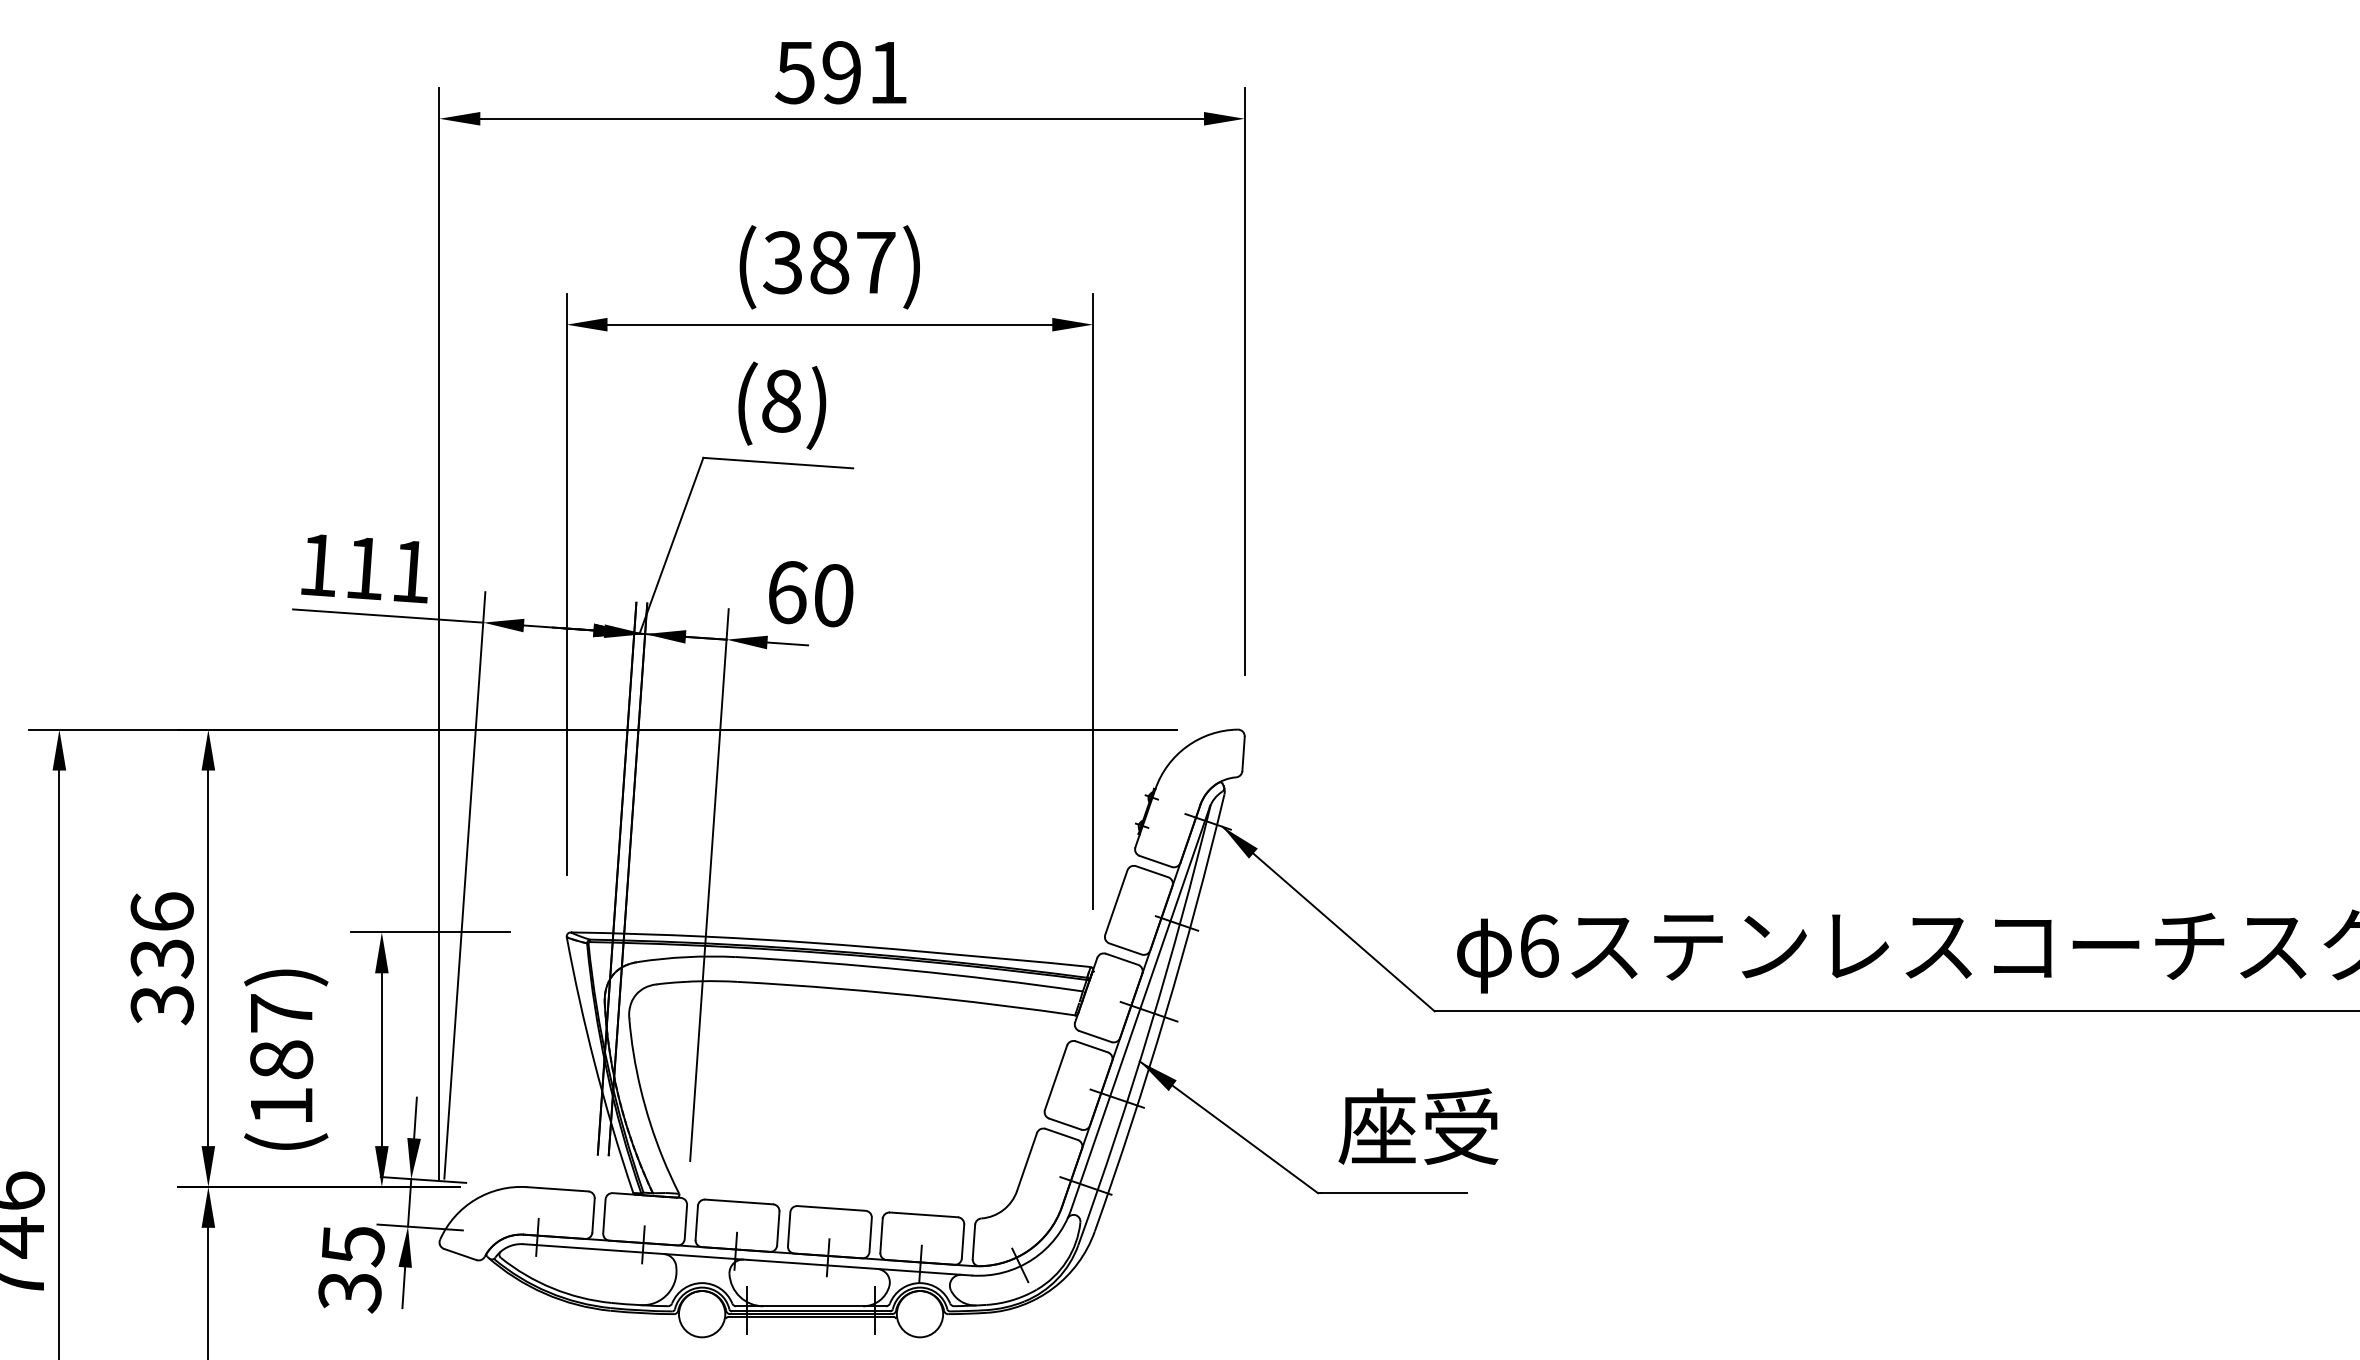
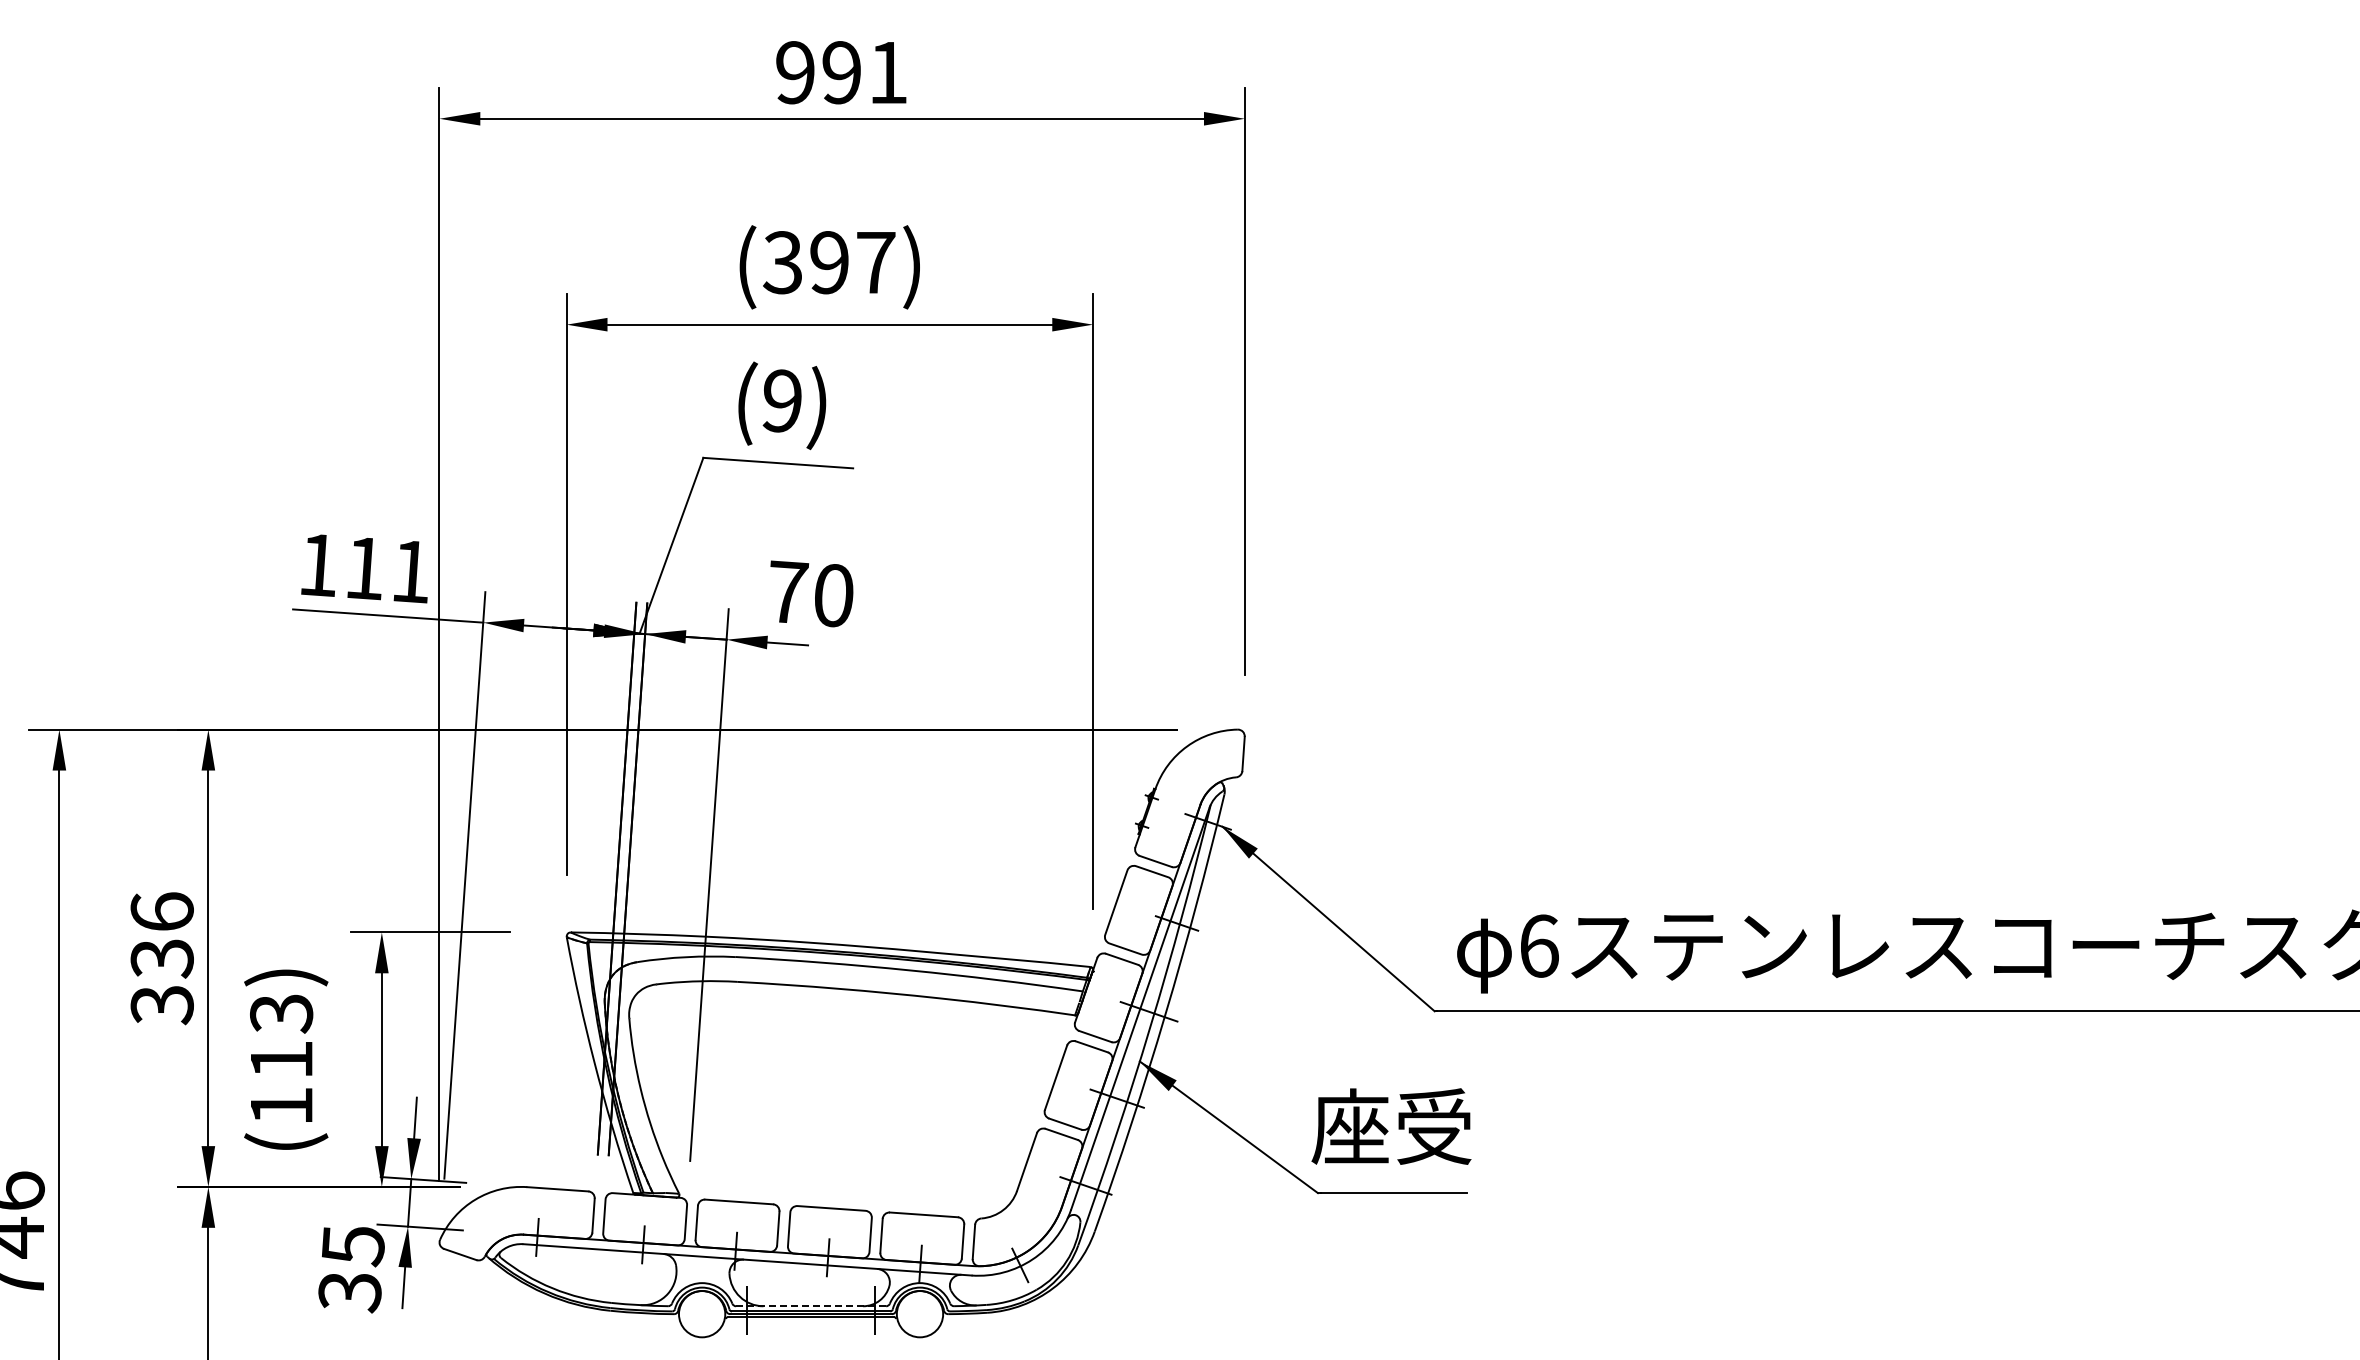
text at (794, 72): 591 -> 991
text at (829, 262): (387) -> (397)
text at (781, 400): (8) -> (9)
text at (789, 592): 60 -> 70
text at (281, 1036): (187) -> (113)
text at (1418, 1126) position: (1418, 1126) -> (1391, 1126)
line at (811, 1306): solid -> dashed
